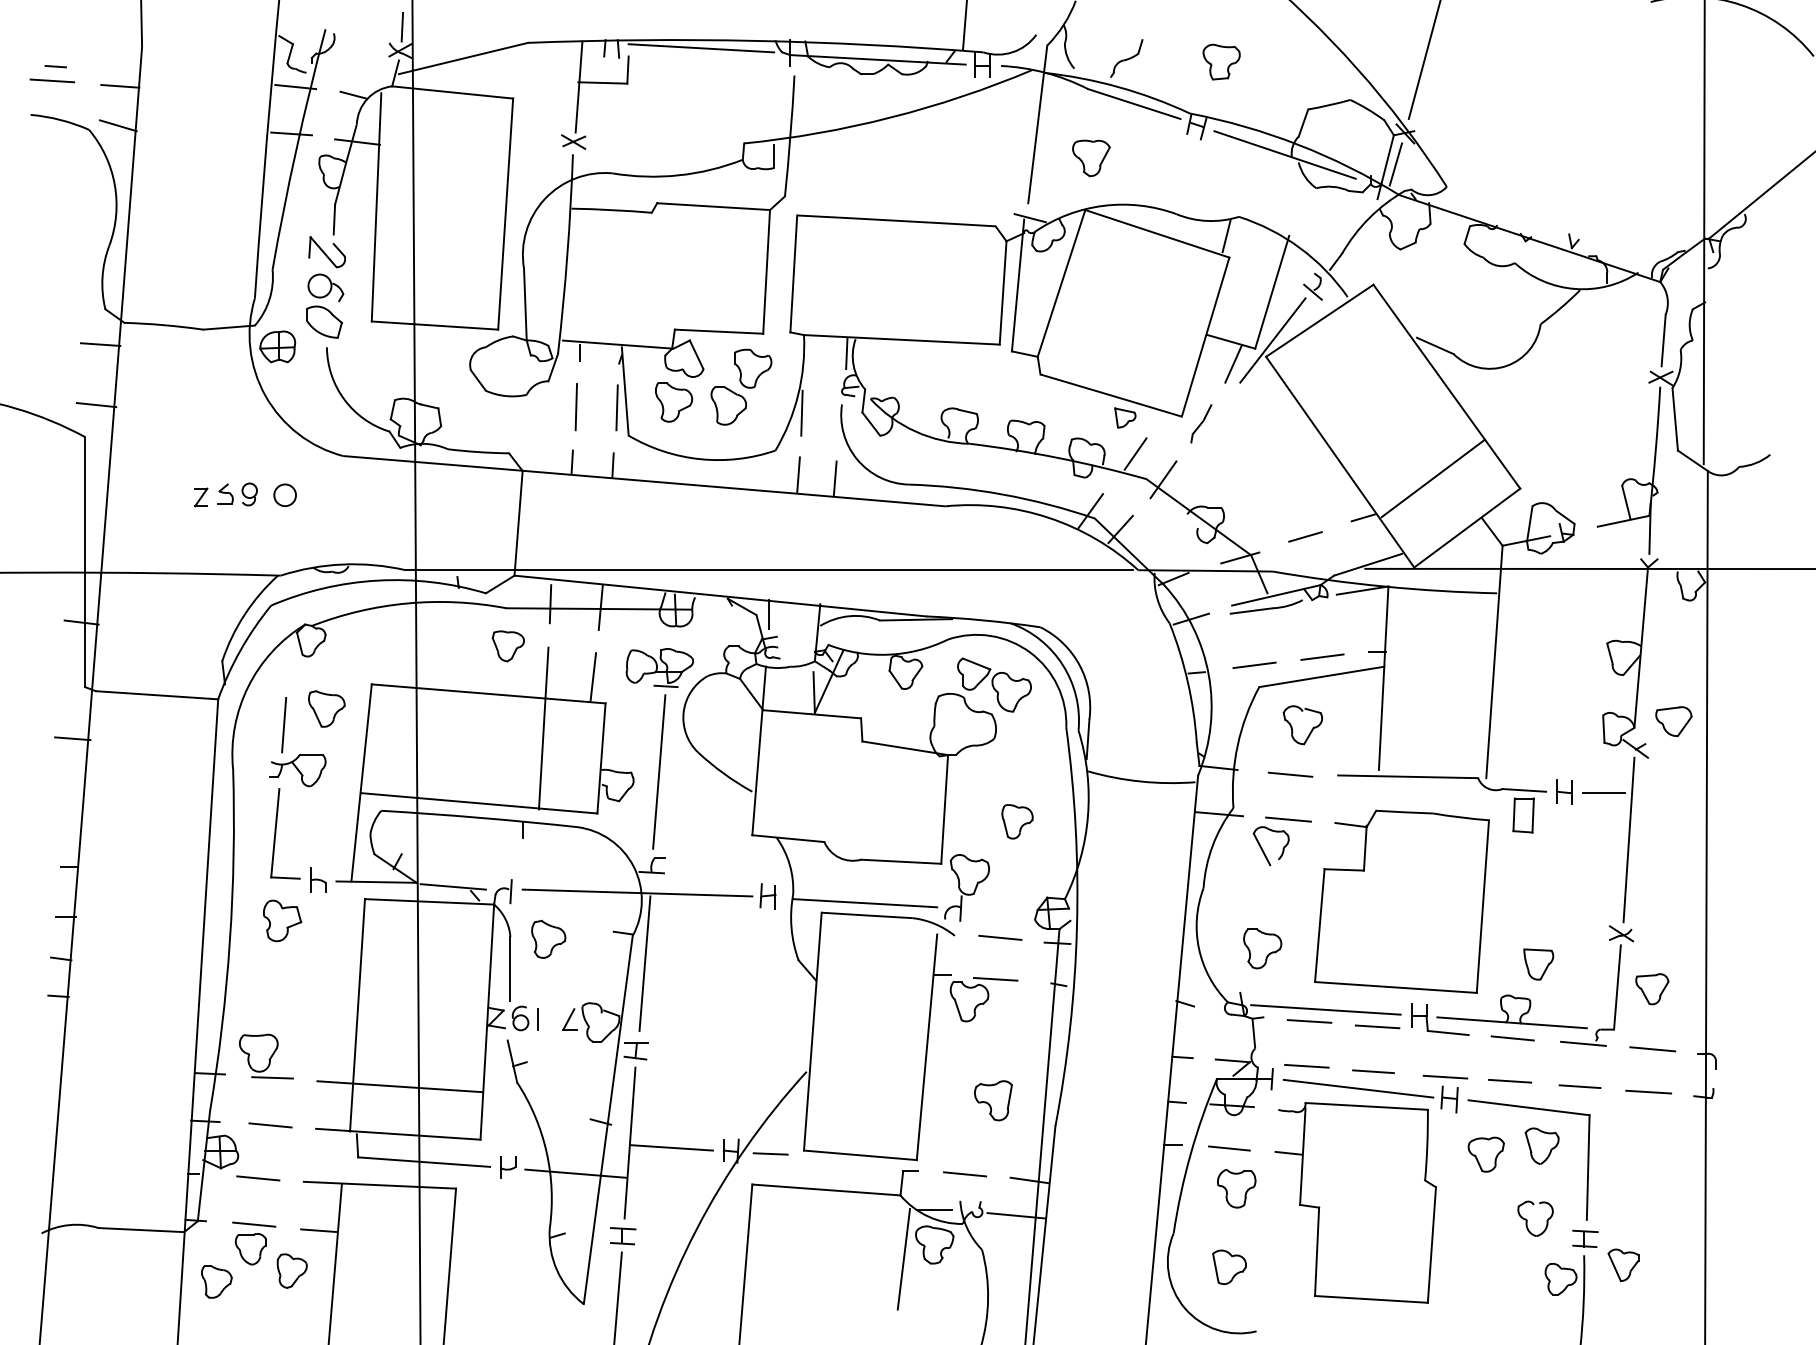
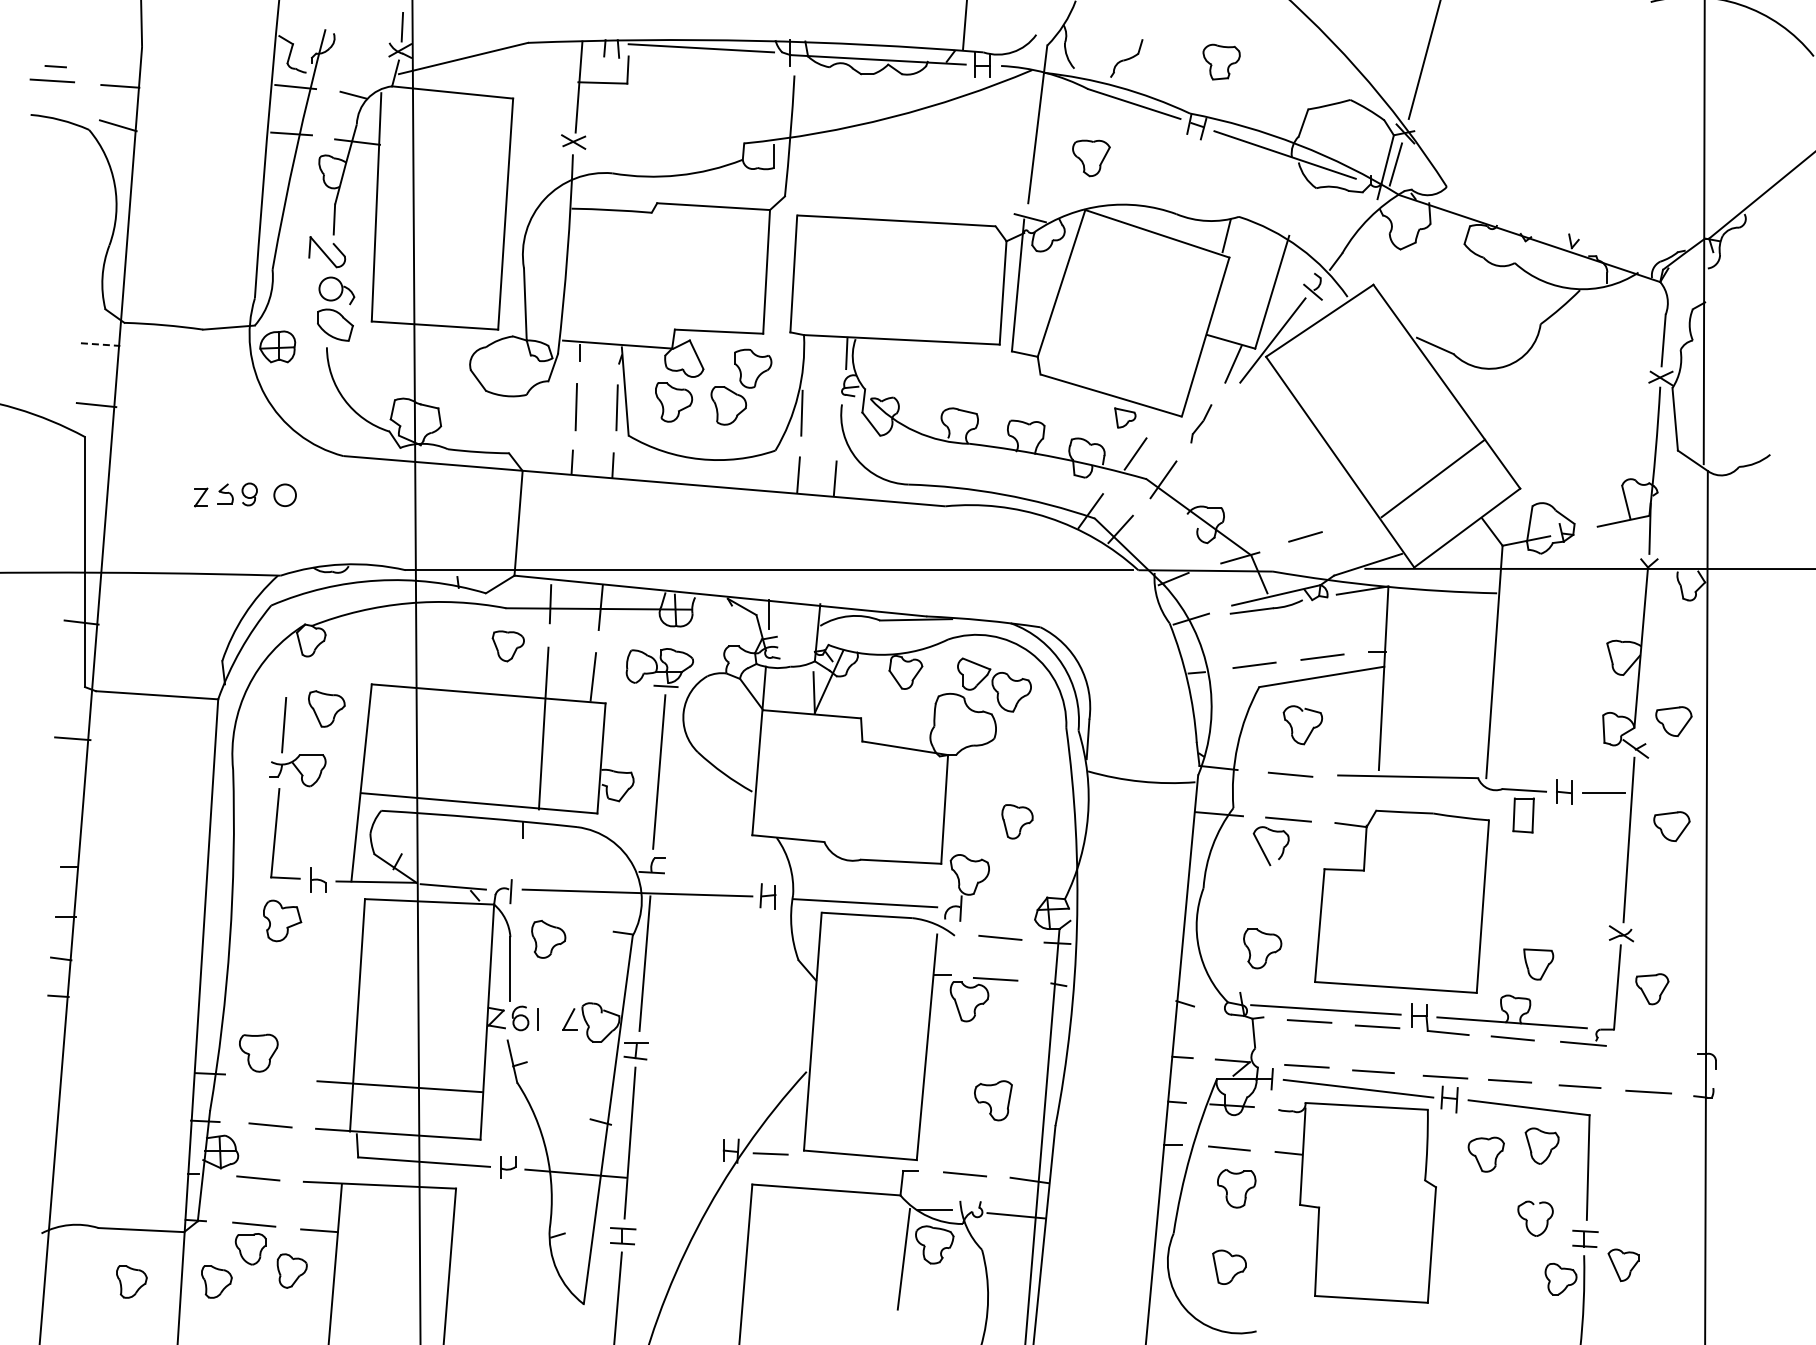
part at (325, 305) position: (325, 305) -> (336, 308)
line at (100, 344): solid -> dashed
line at (1362, 517): present -> none
part at (1671, 826): none -> present
line at (1652, 1049): present -> none
line at (272, 1077): present -> none
line at (671, 1147): present -> none
part at (131, 1281): none -> present
